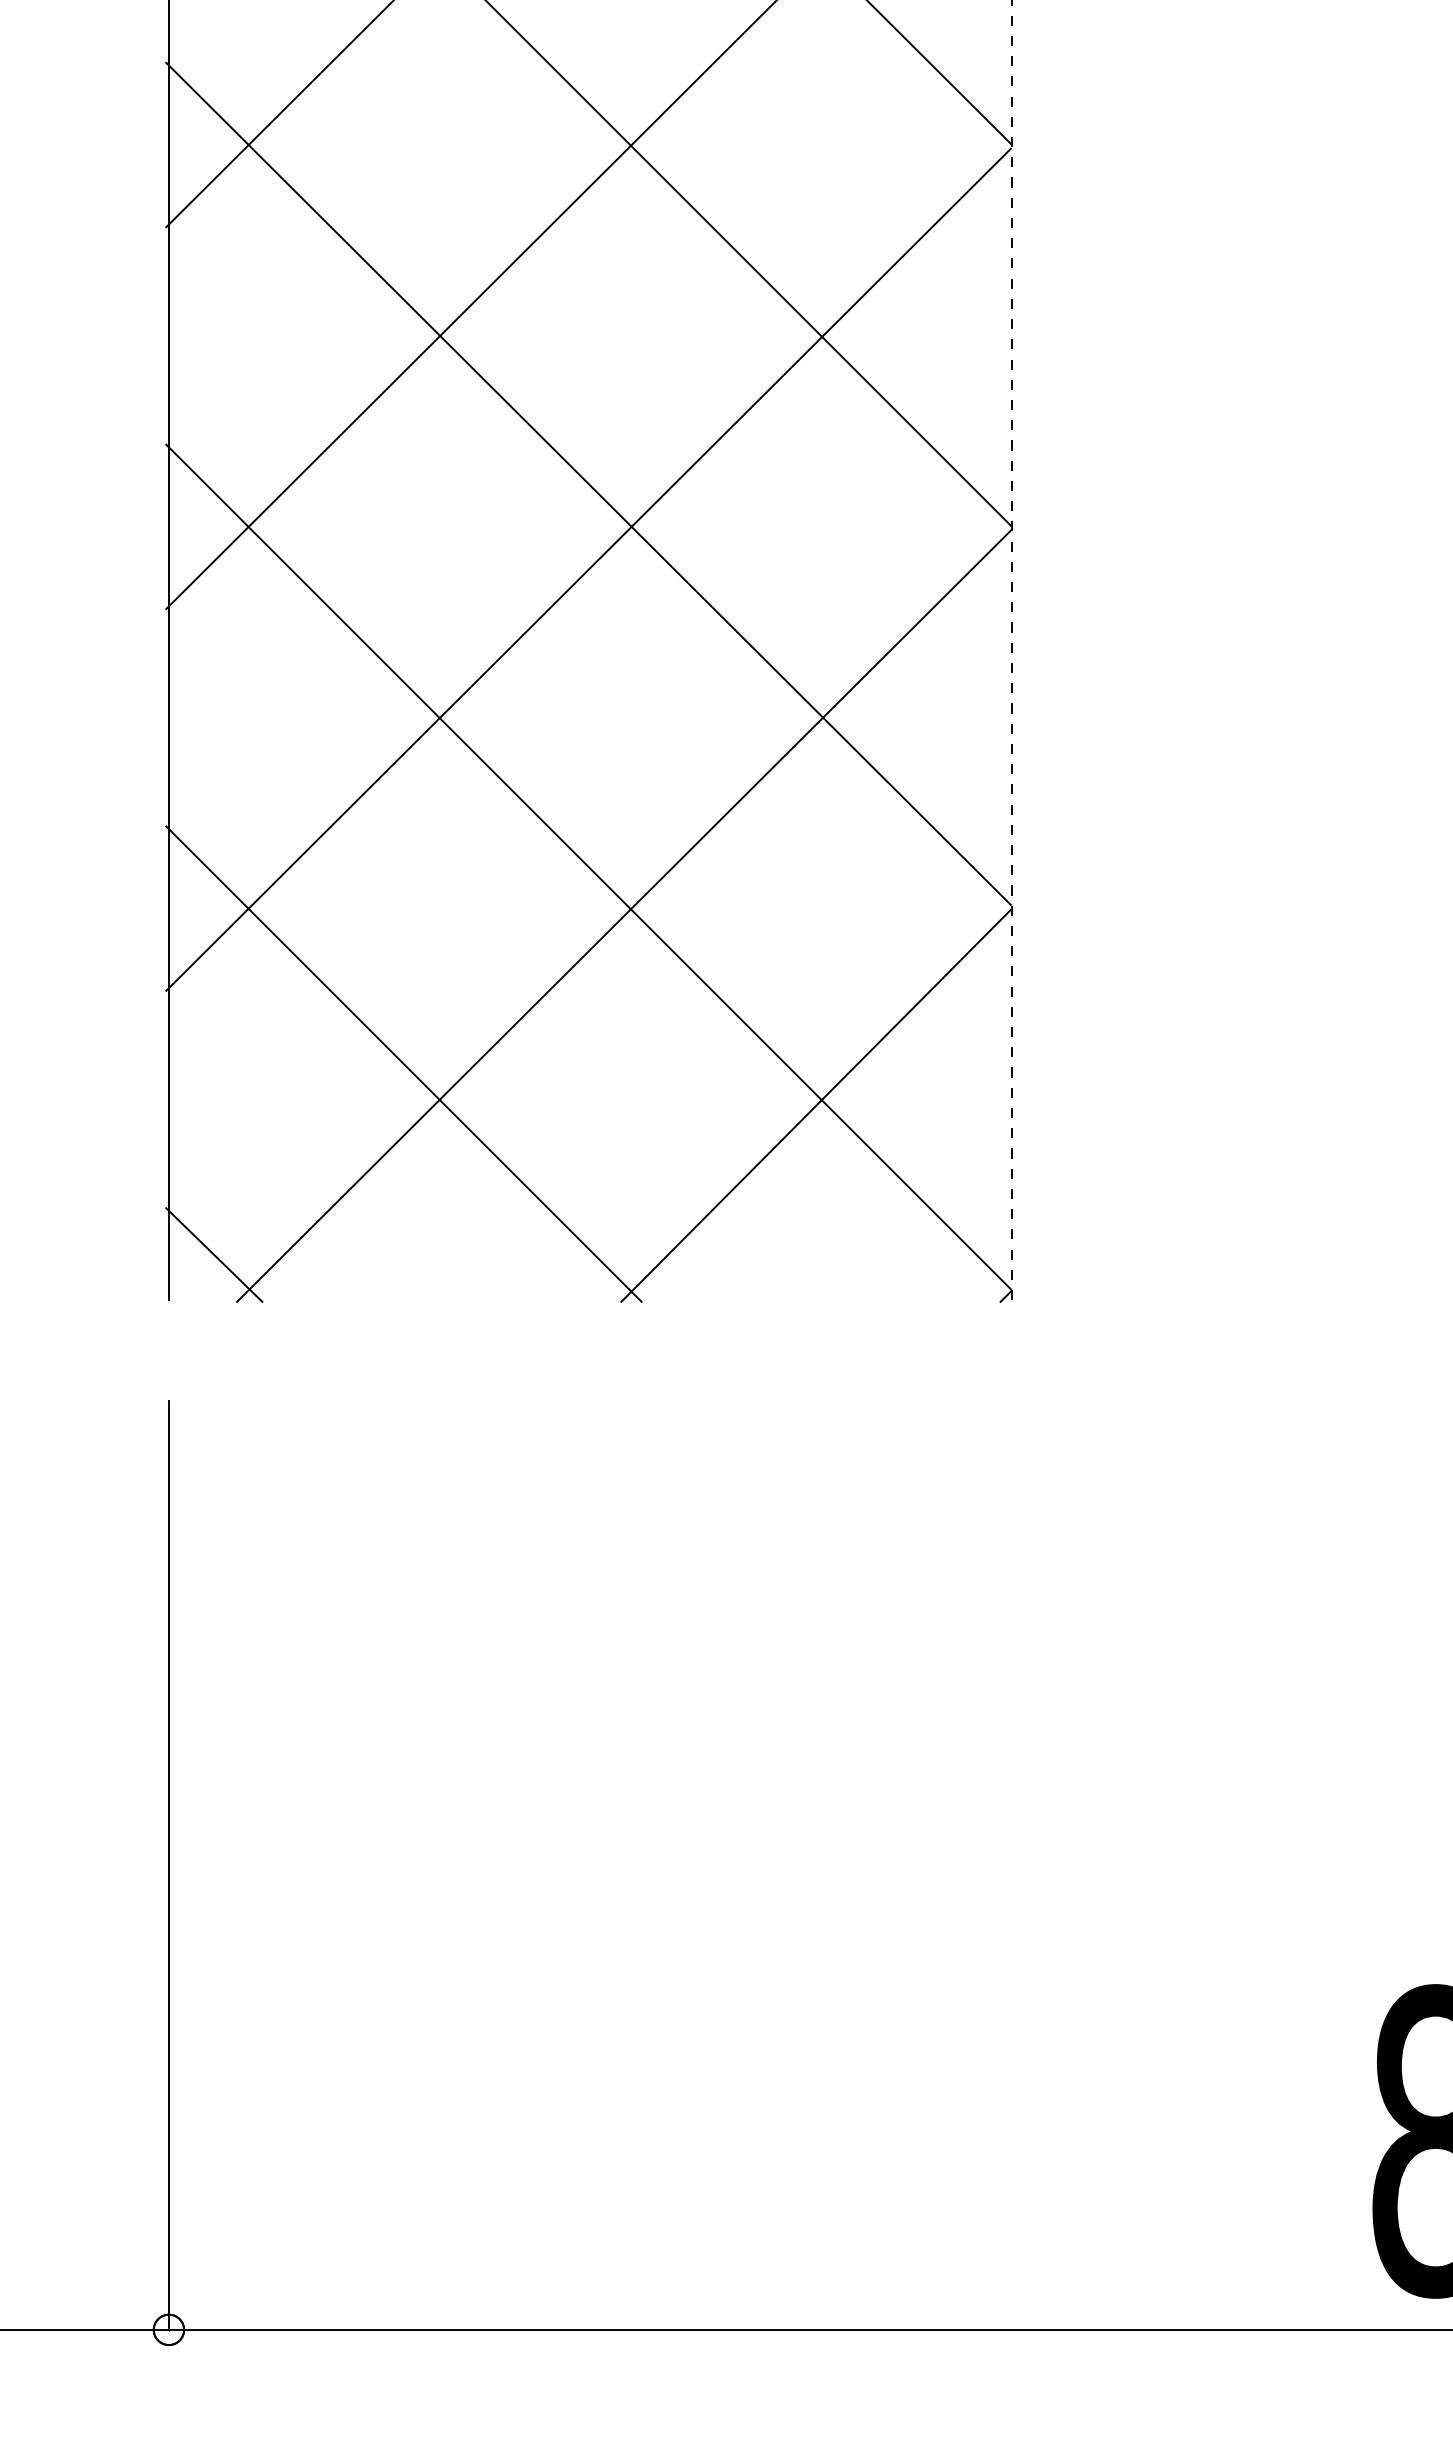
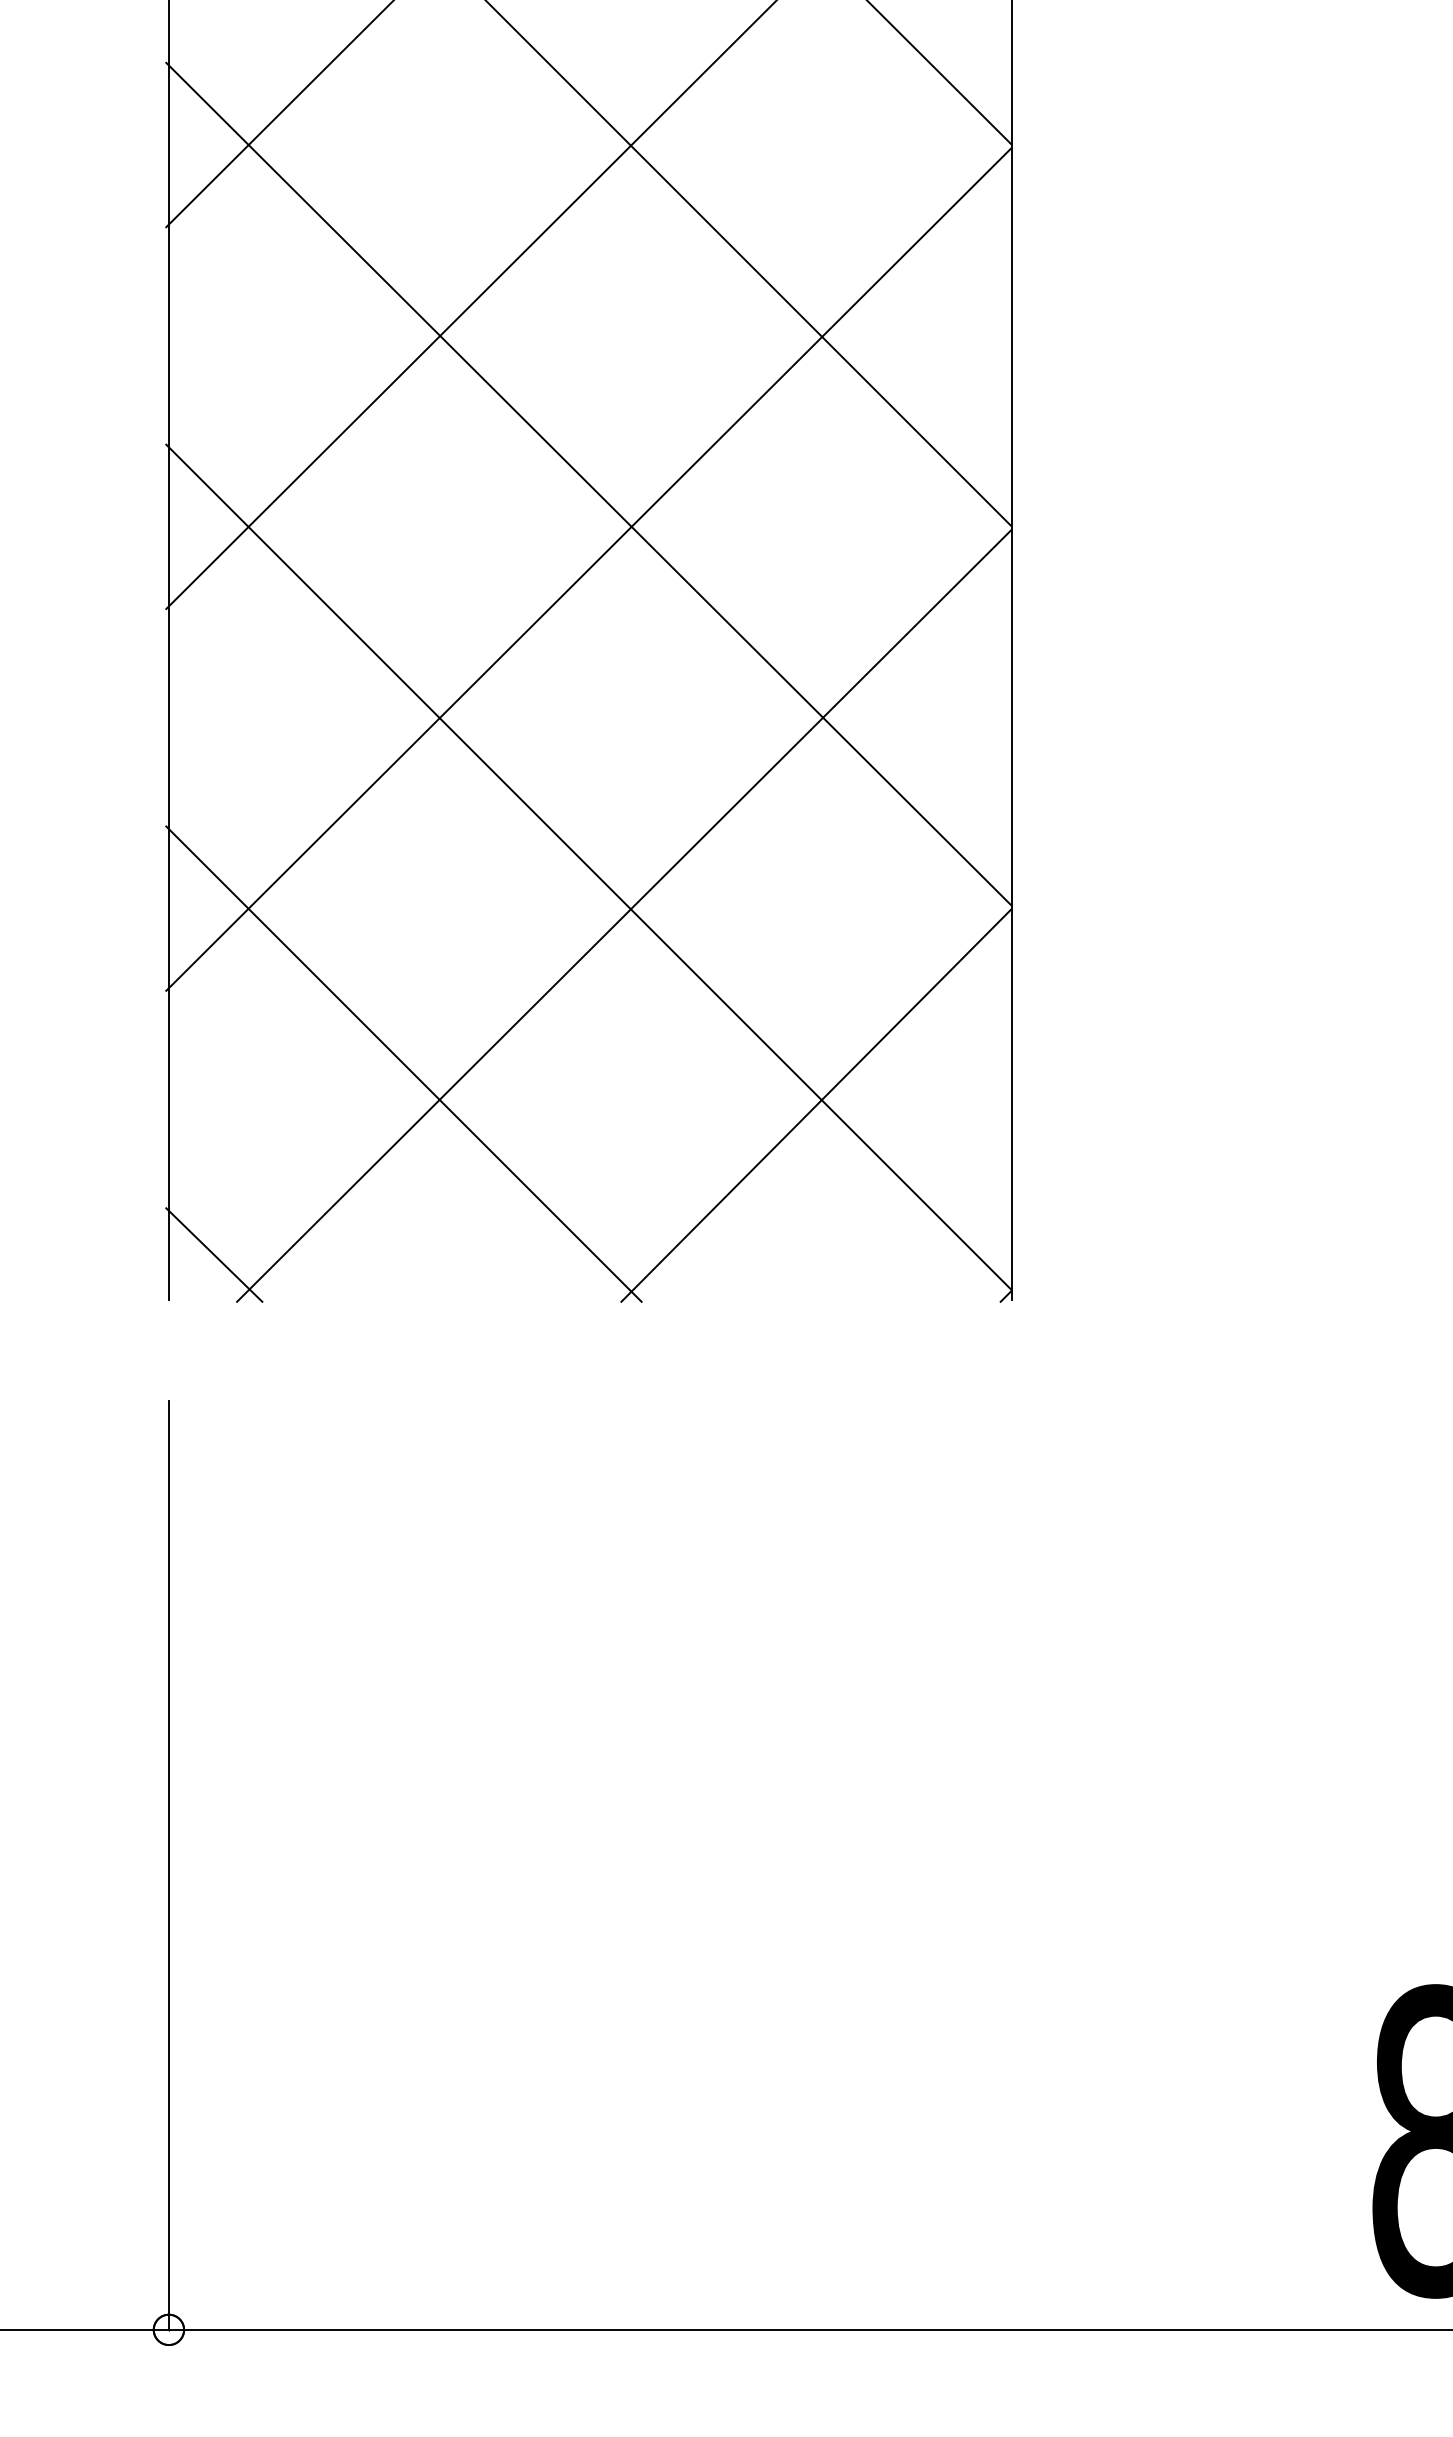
line at (1011, 650): dashed -> solid
